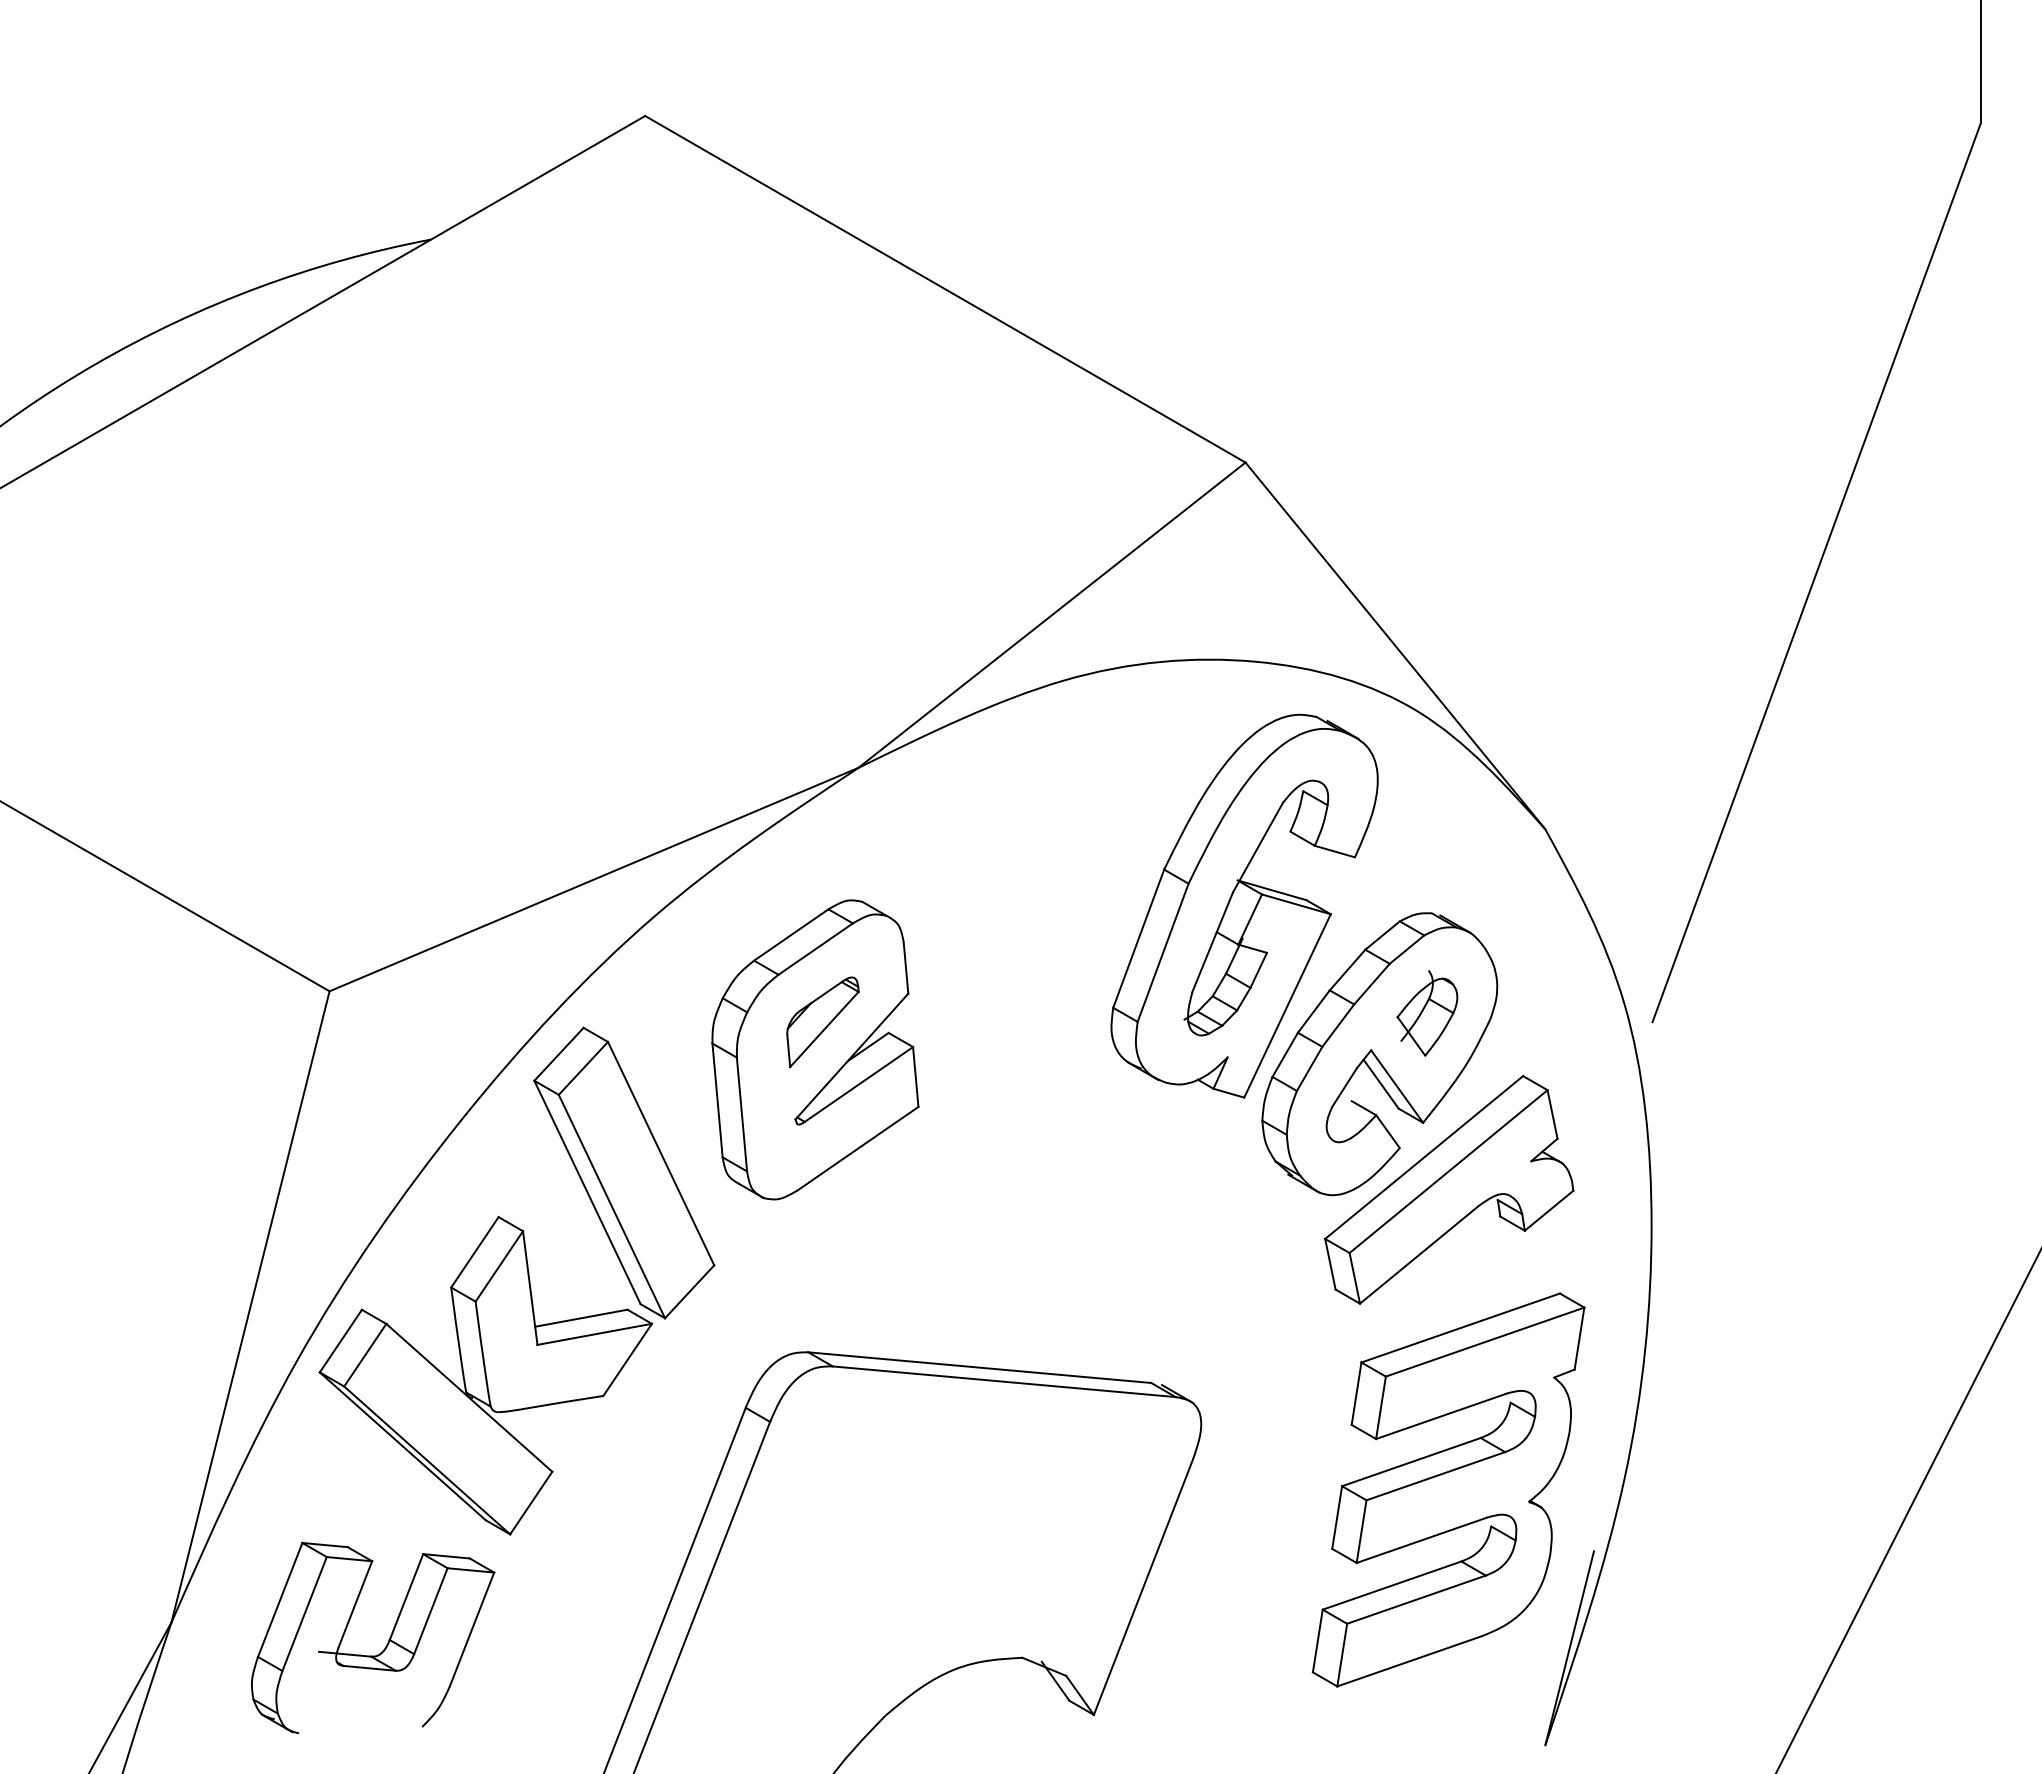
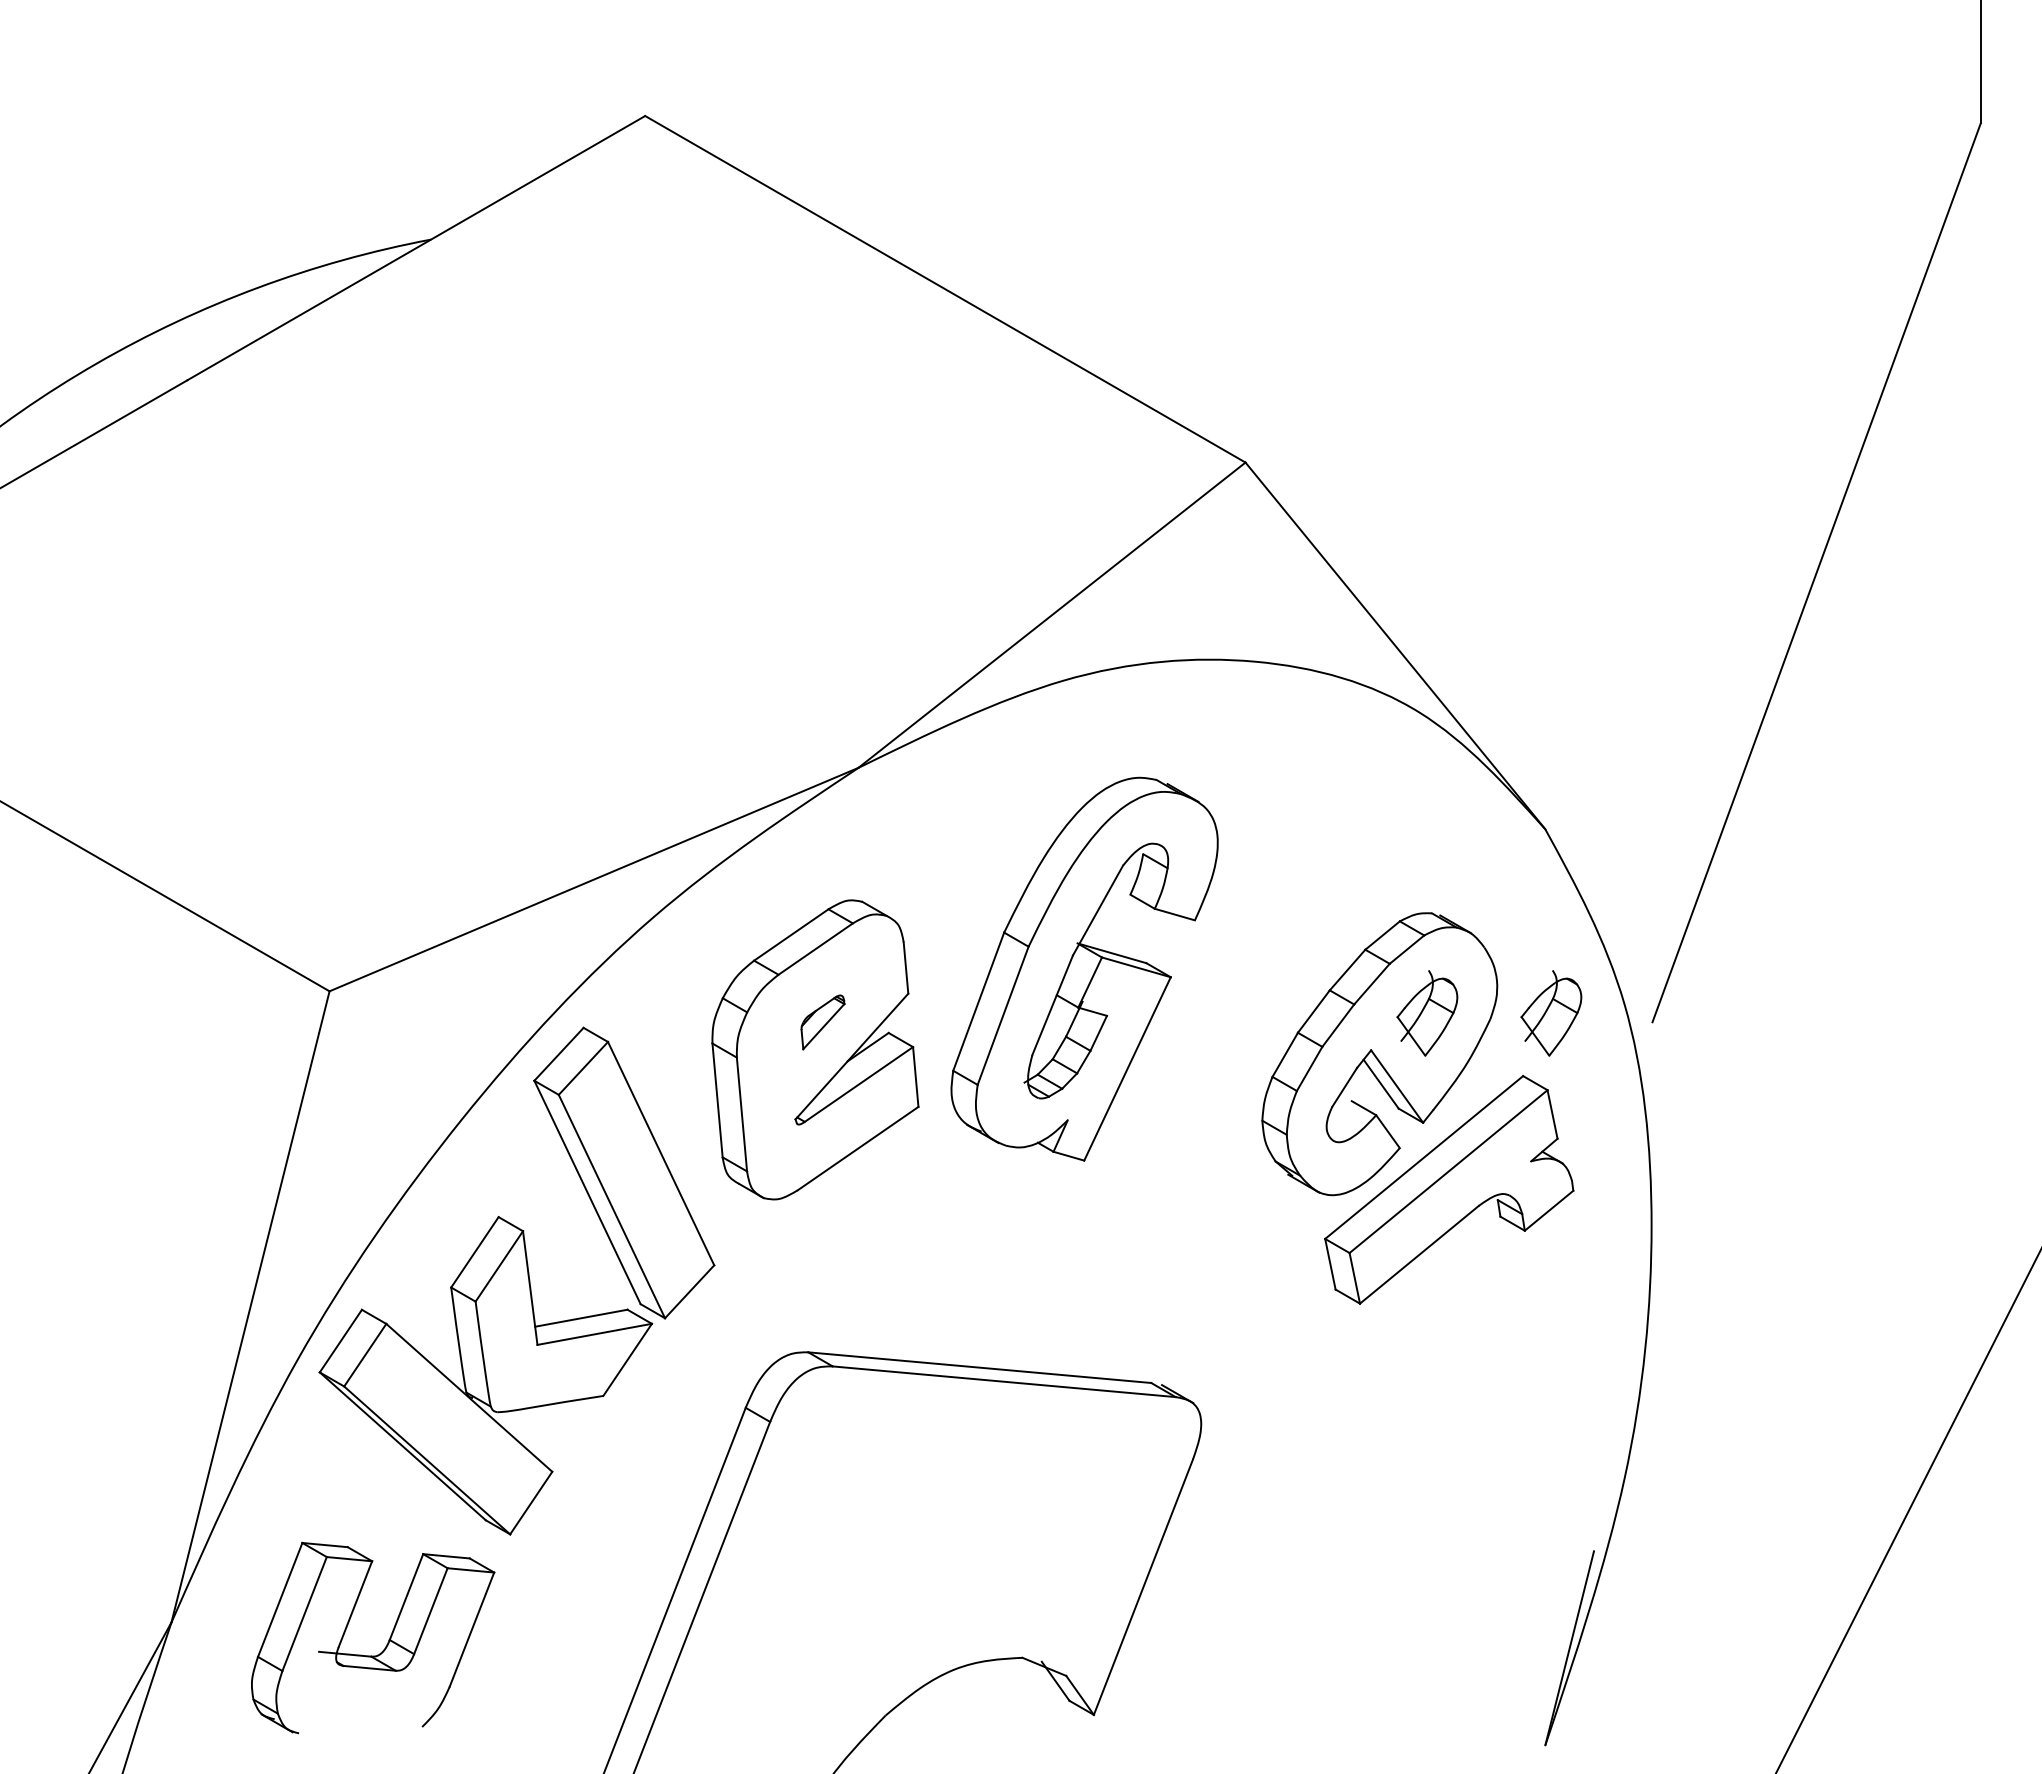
part at (1244, 905) position: (1244, 905) -> (1084, 968)
part at (1551, 1013): none -> present
part at (822, 1022) size: 74x93 px -> 46x57 px
part at (1448, 1489): present -> none
